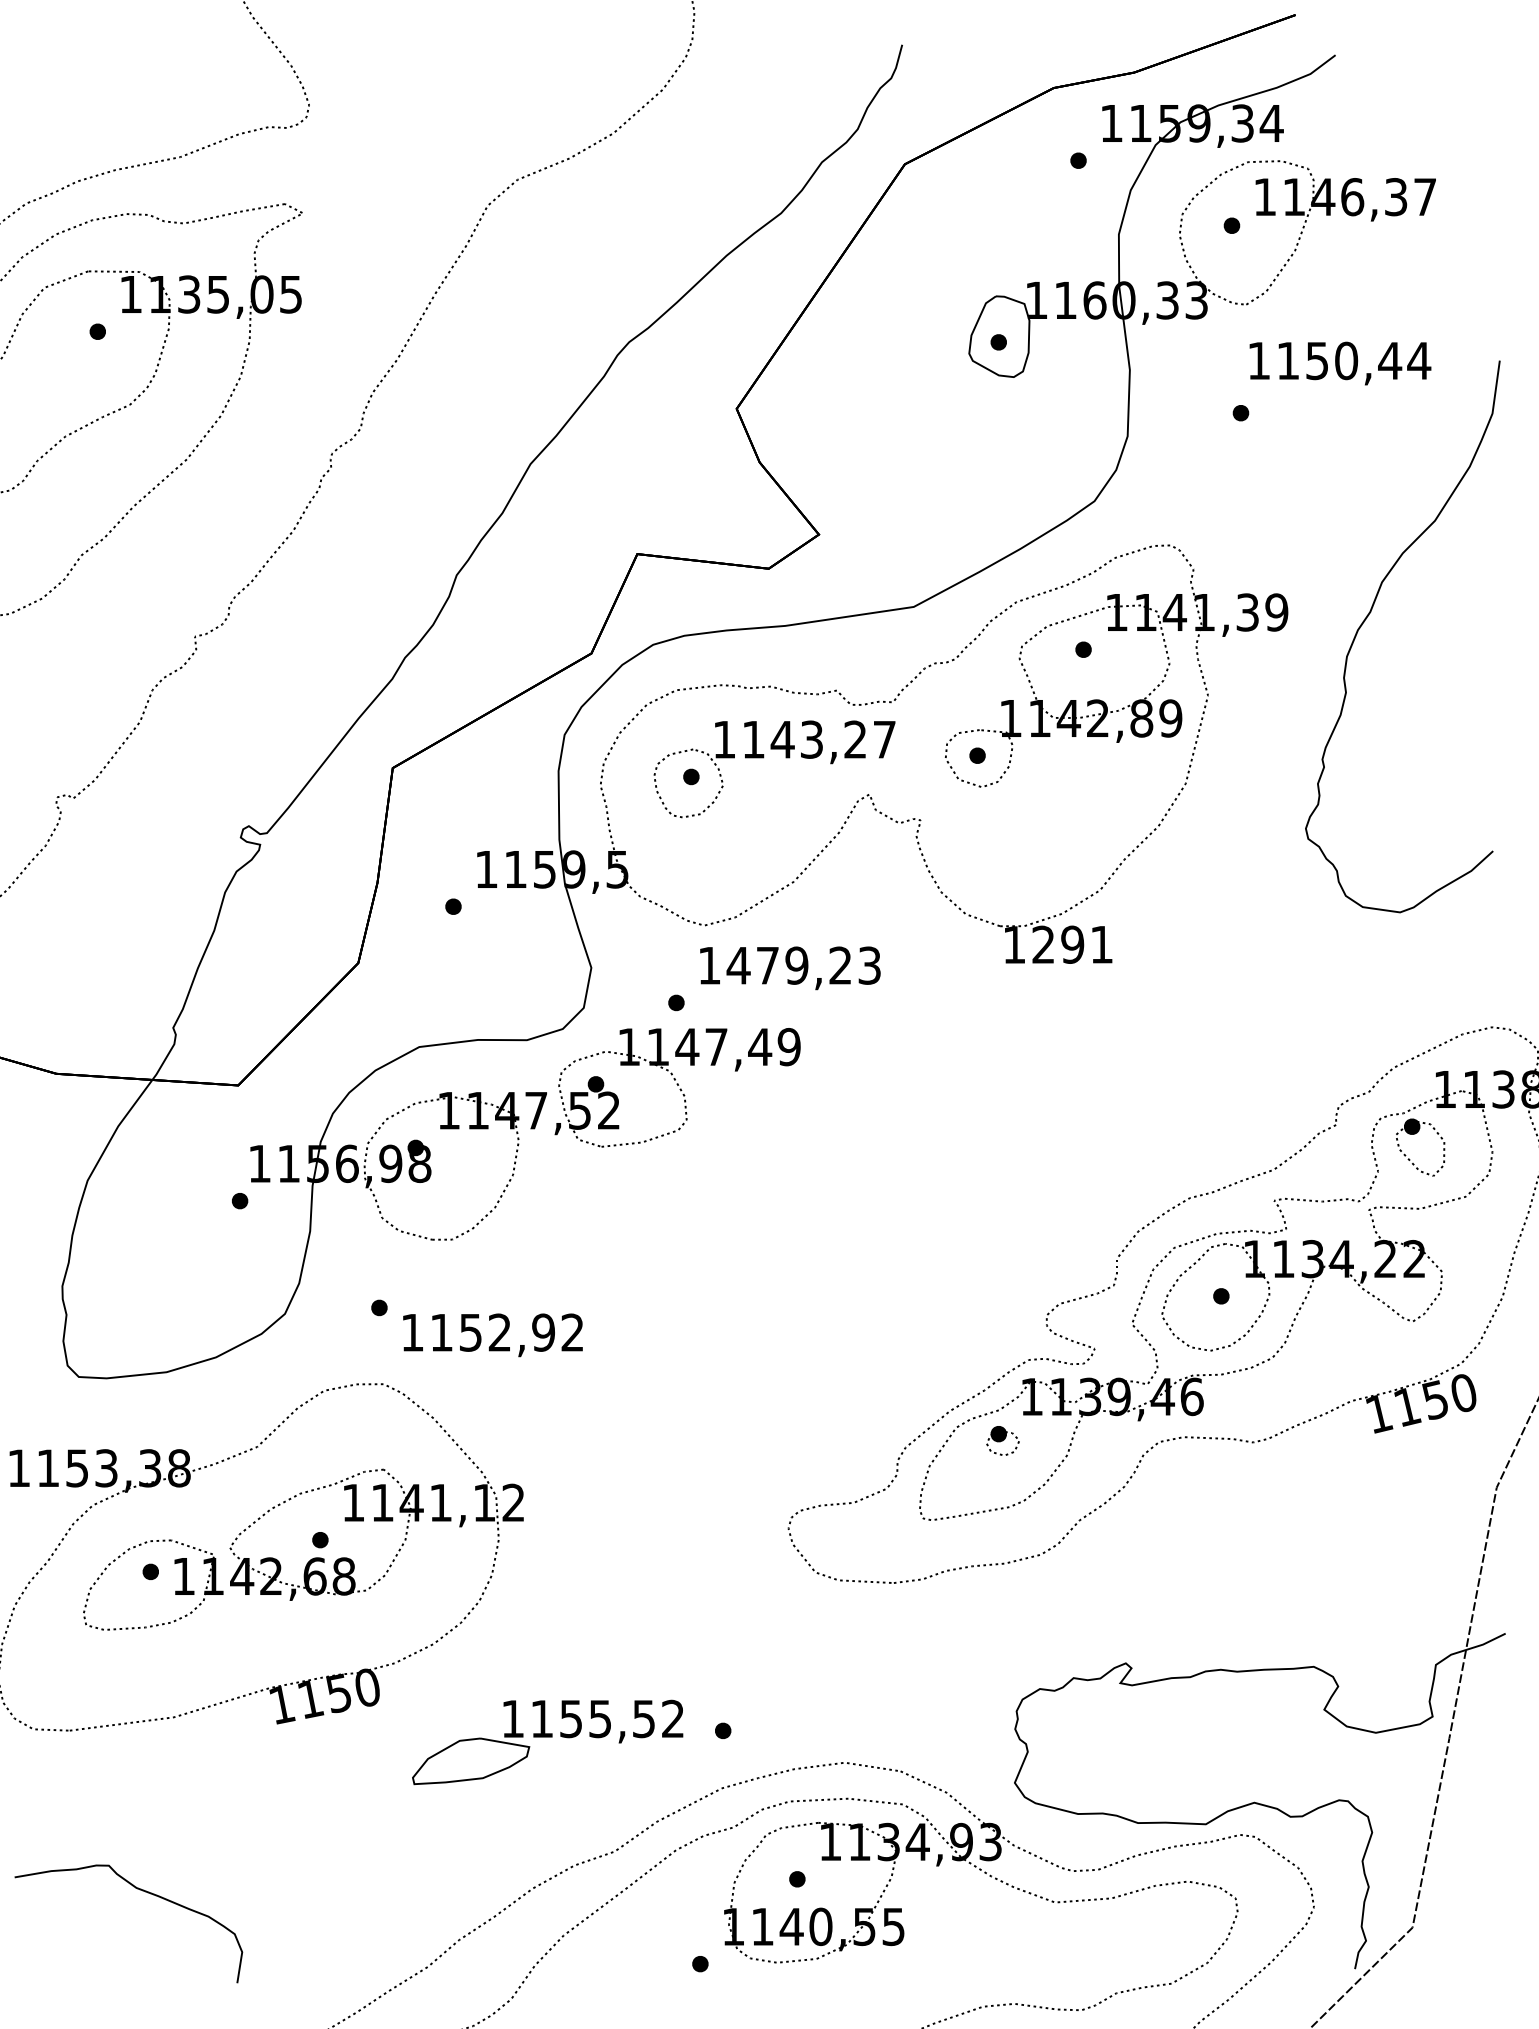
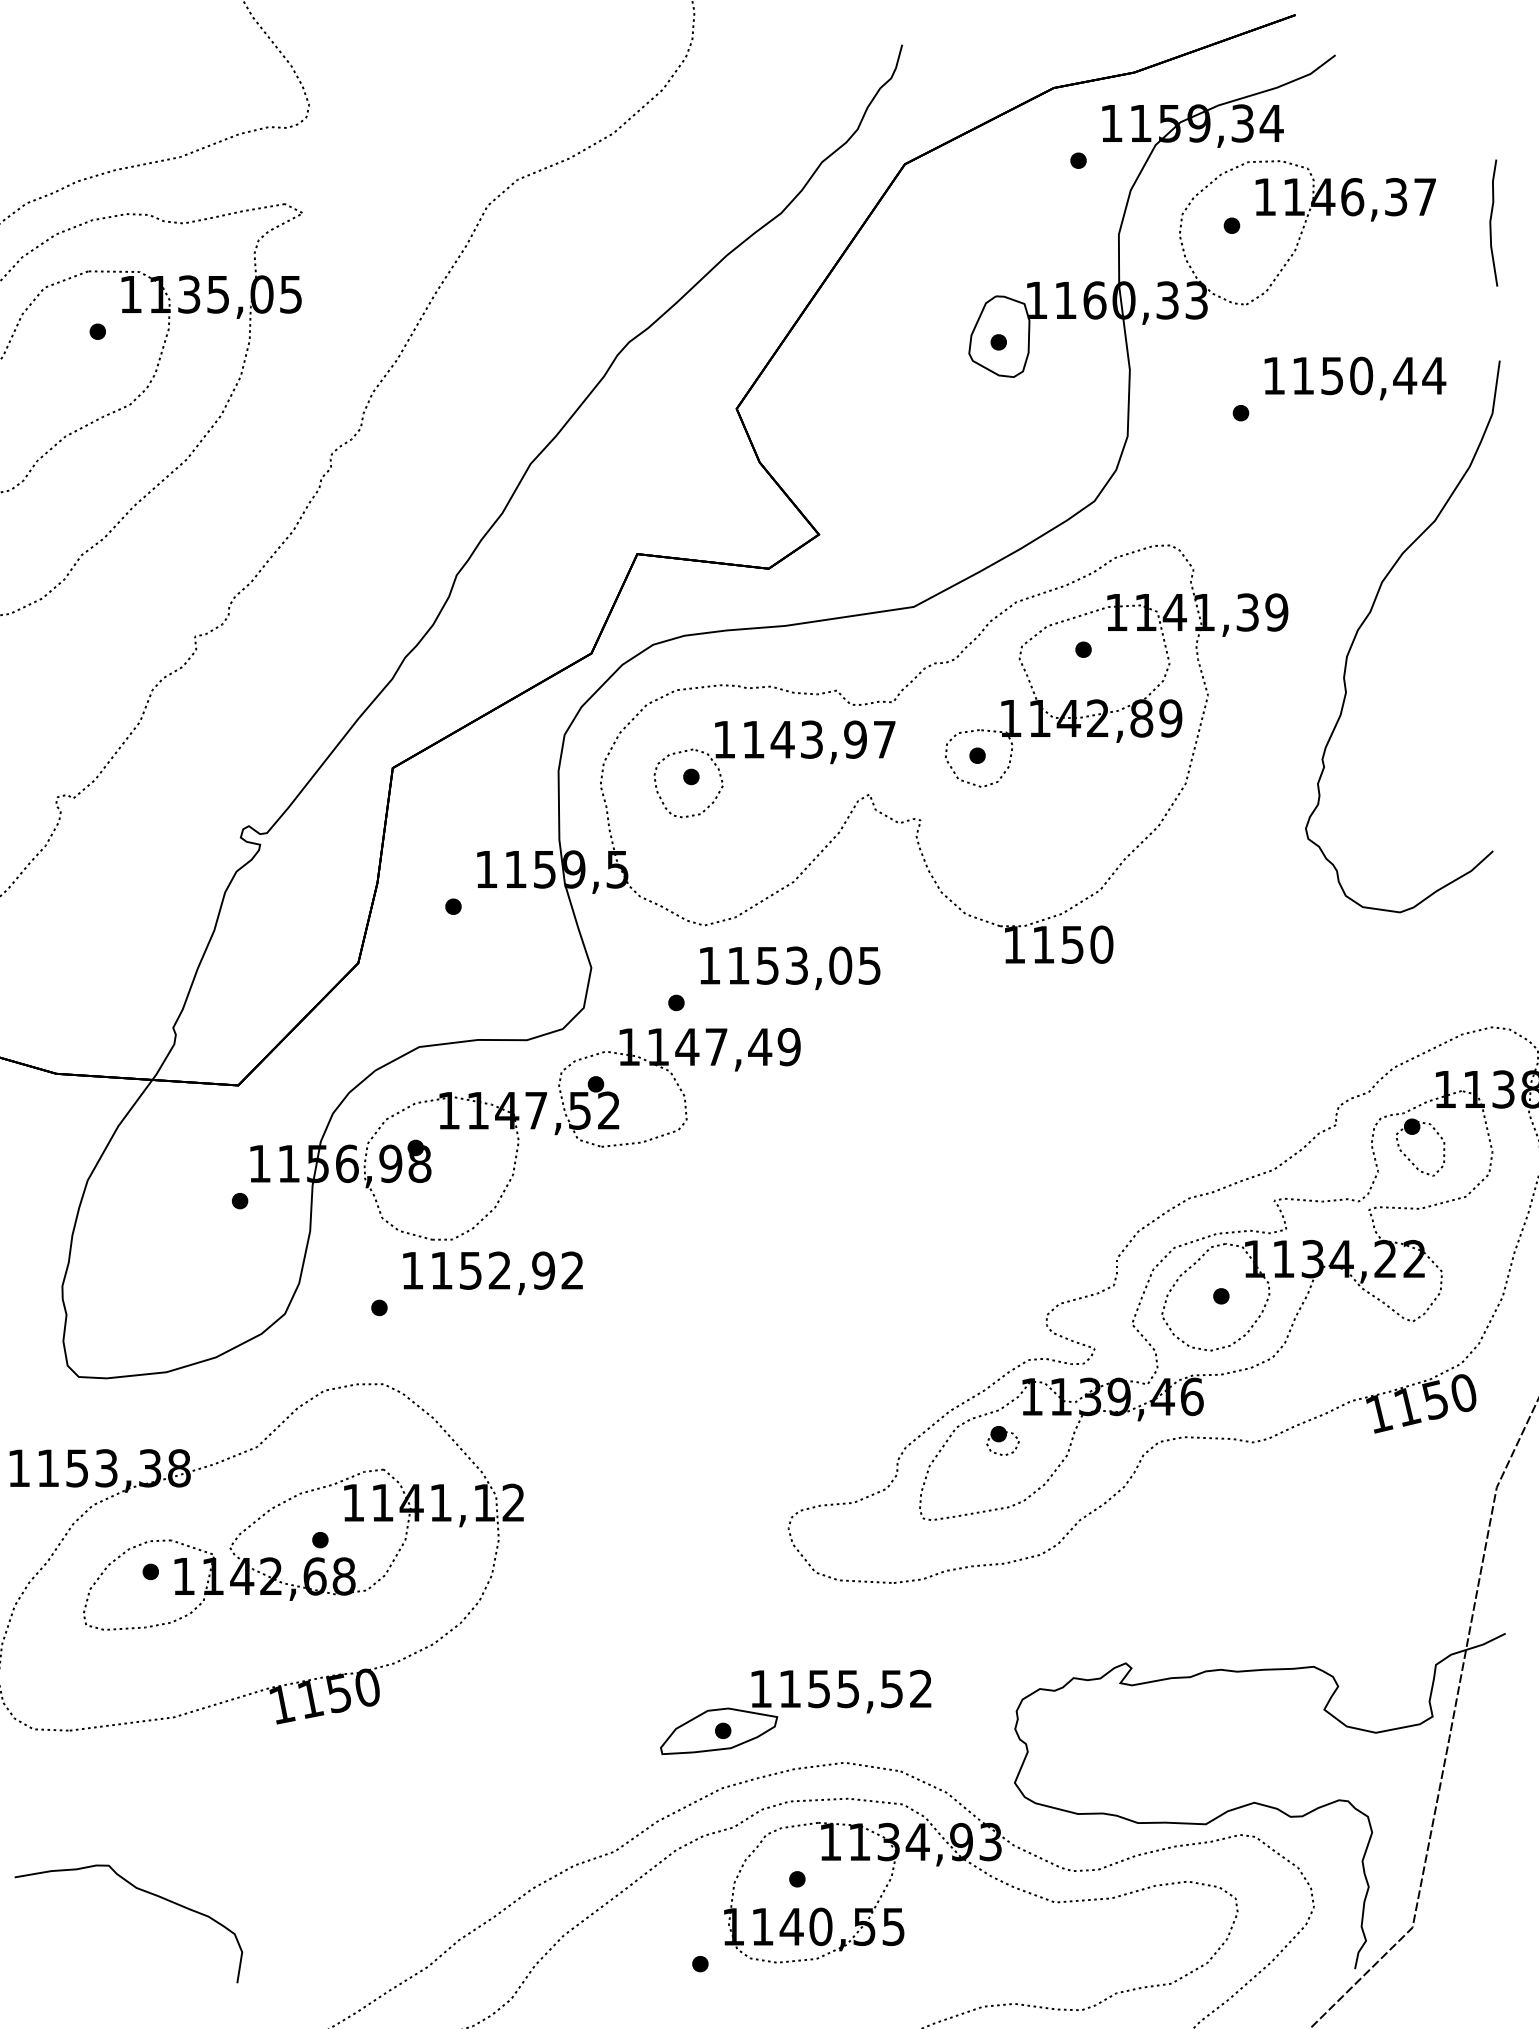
curve at (1491, 222): none -> present
text at (1340, 363) position: (1340, 363) -> (1355, 378)
text at (855, 739): 1143,27 -> 1143,97
text at (1072, 944): 1291 -> 1150
text at (803, 965): 1479,23 -> 1153,05
text at (492, 1335) position: (492, 1335) -> (492, 1273)
part at (547, 1742) position: (547, 1742) -> (795, 1712)
